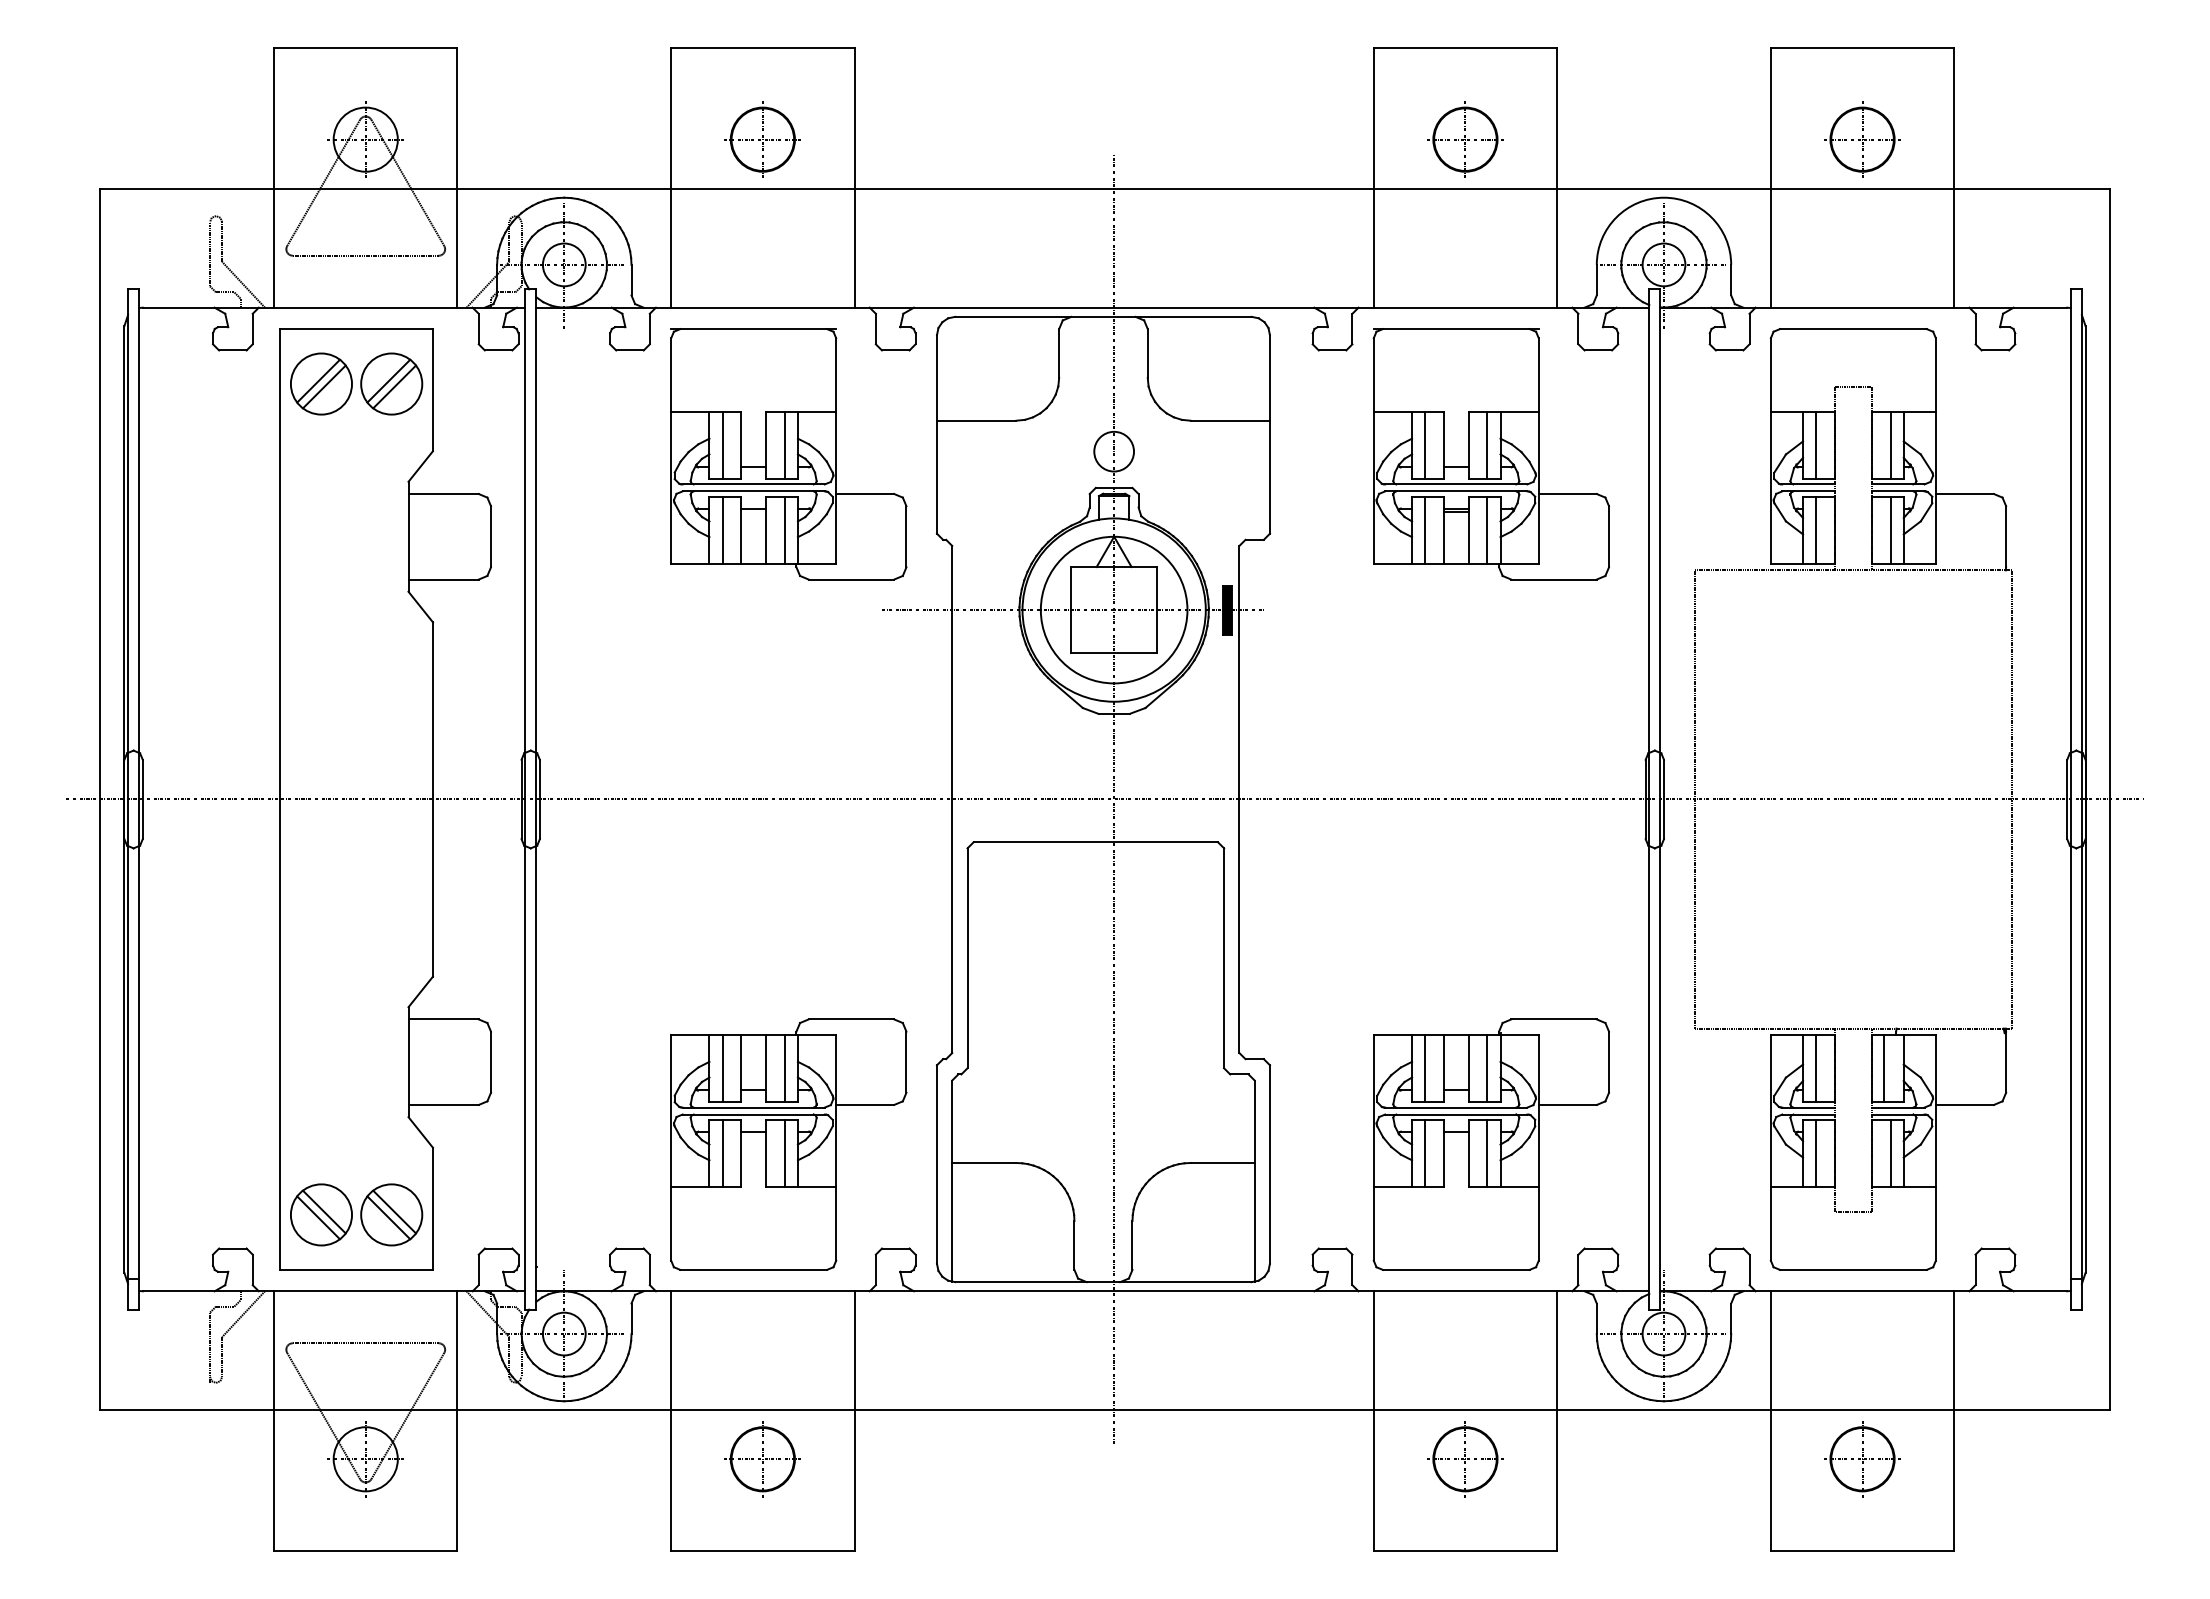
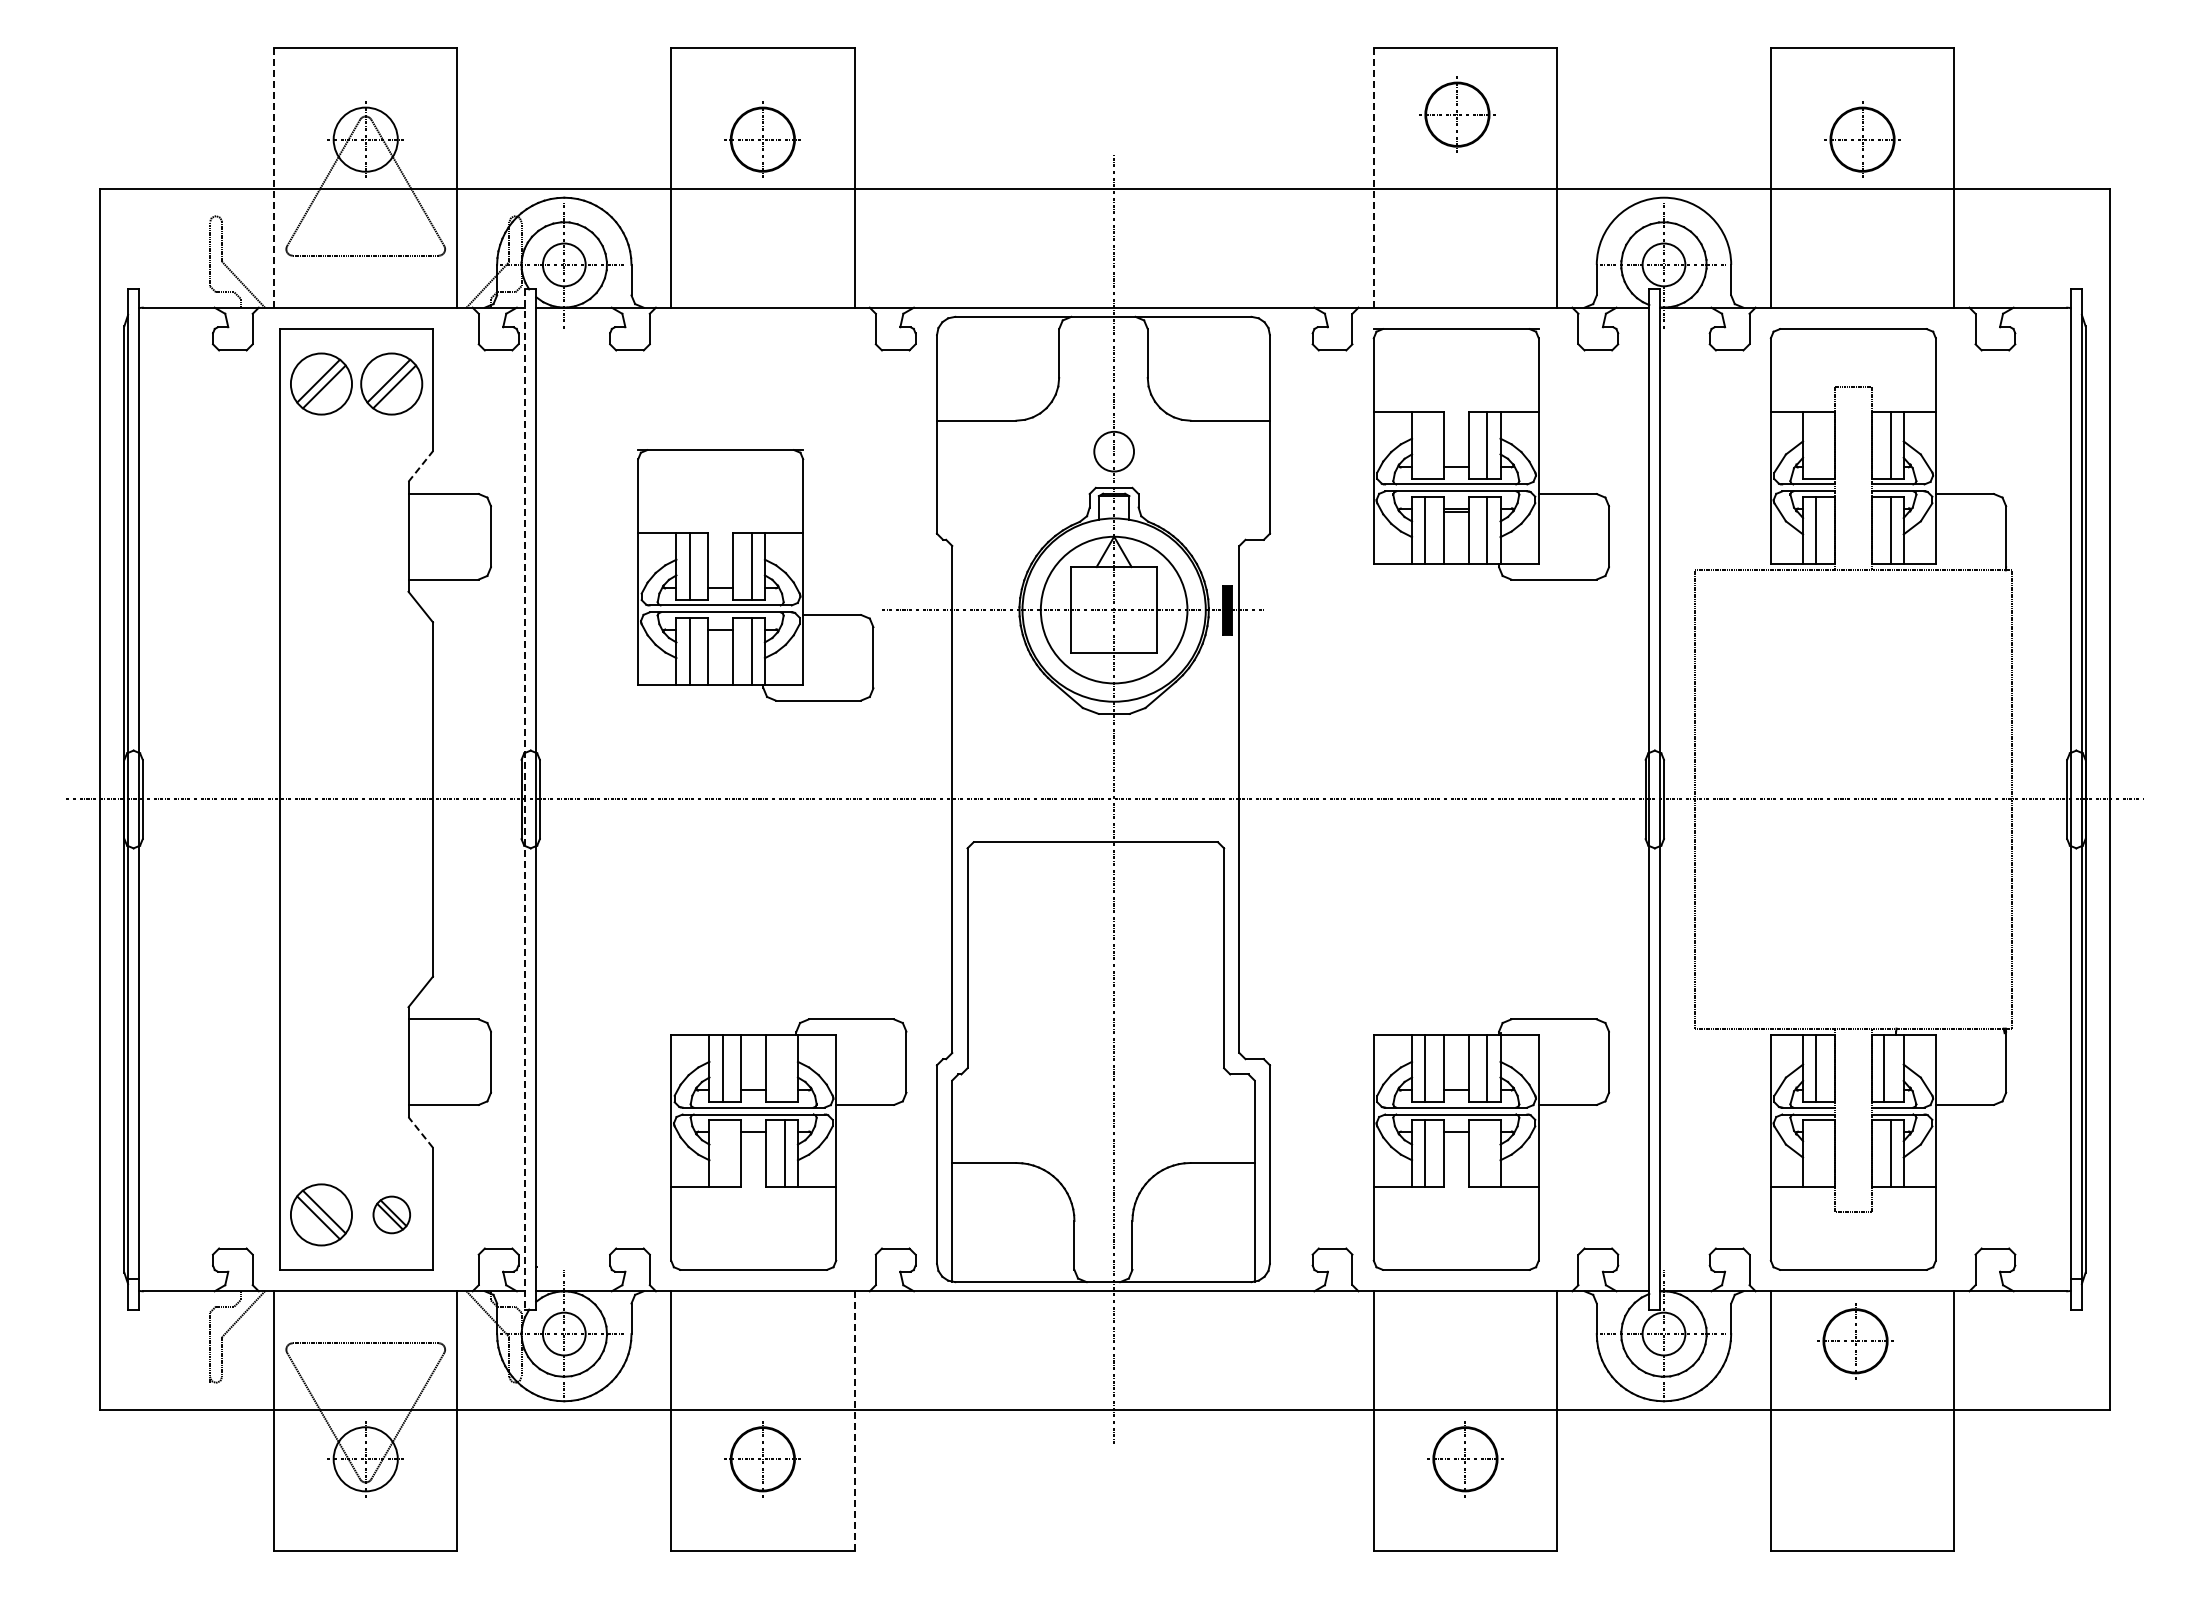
part at (1465, 139) position: (1465, 139) -> (1457, 114)
line at (274, 177): solid -> dashed
line at (1373, 177): solid -> dashed
line at (1425, 444): present -> none
line at (1816, 444): present -> none
part at (788, 454) position: (788, 454) -> (755, 575)
line at (420, 466): solid -> dashed
line at (525, 799): solid -> dashed
line at (784, 1067): present -> none
line at (420, 1132): solid -> dashed
line at (722, 1153): present -> none
line at (1487, 1153): present -> none
line at (1816, 1153): present -> none
part at (391, 1214) size: 64x64 px -> 39x40 px
line at (854, 1421): solid -> dashed
part at (1862, 1459) position: (1862, 1459) -> (1855, 1341)
